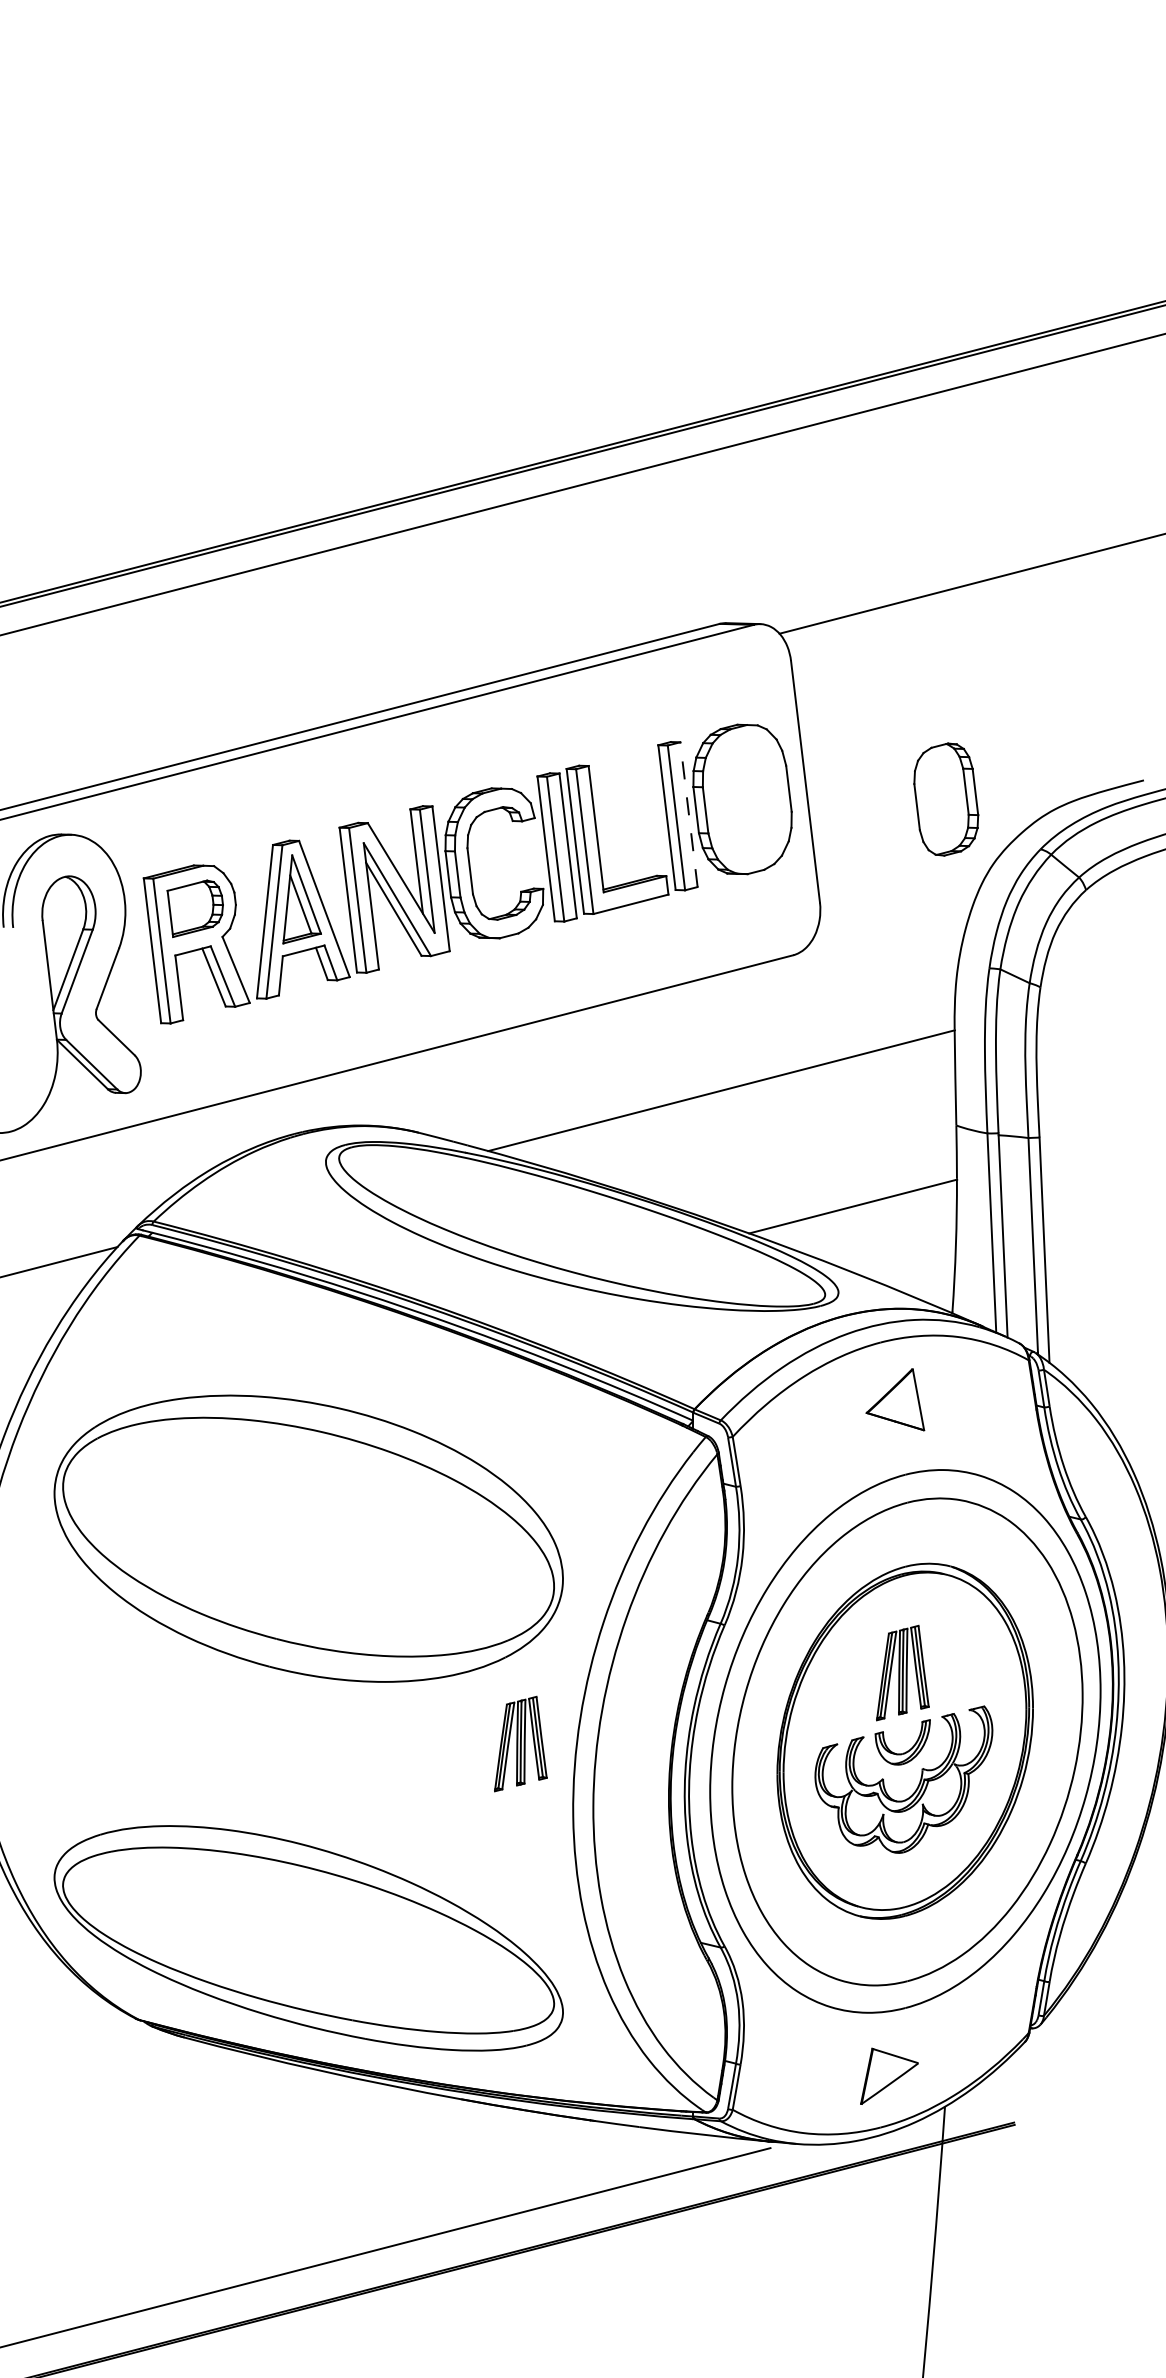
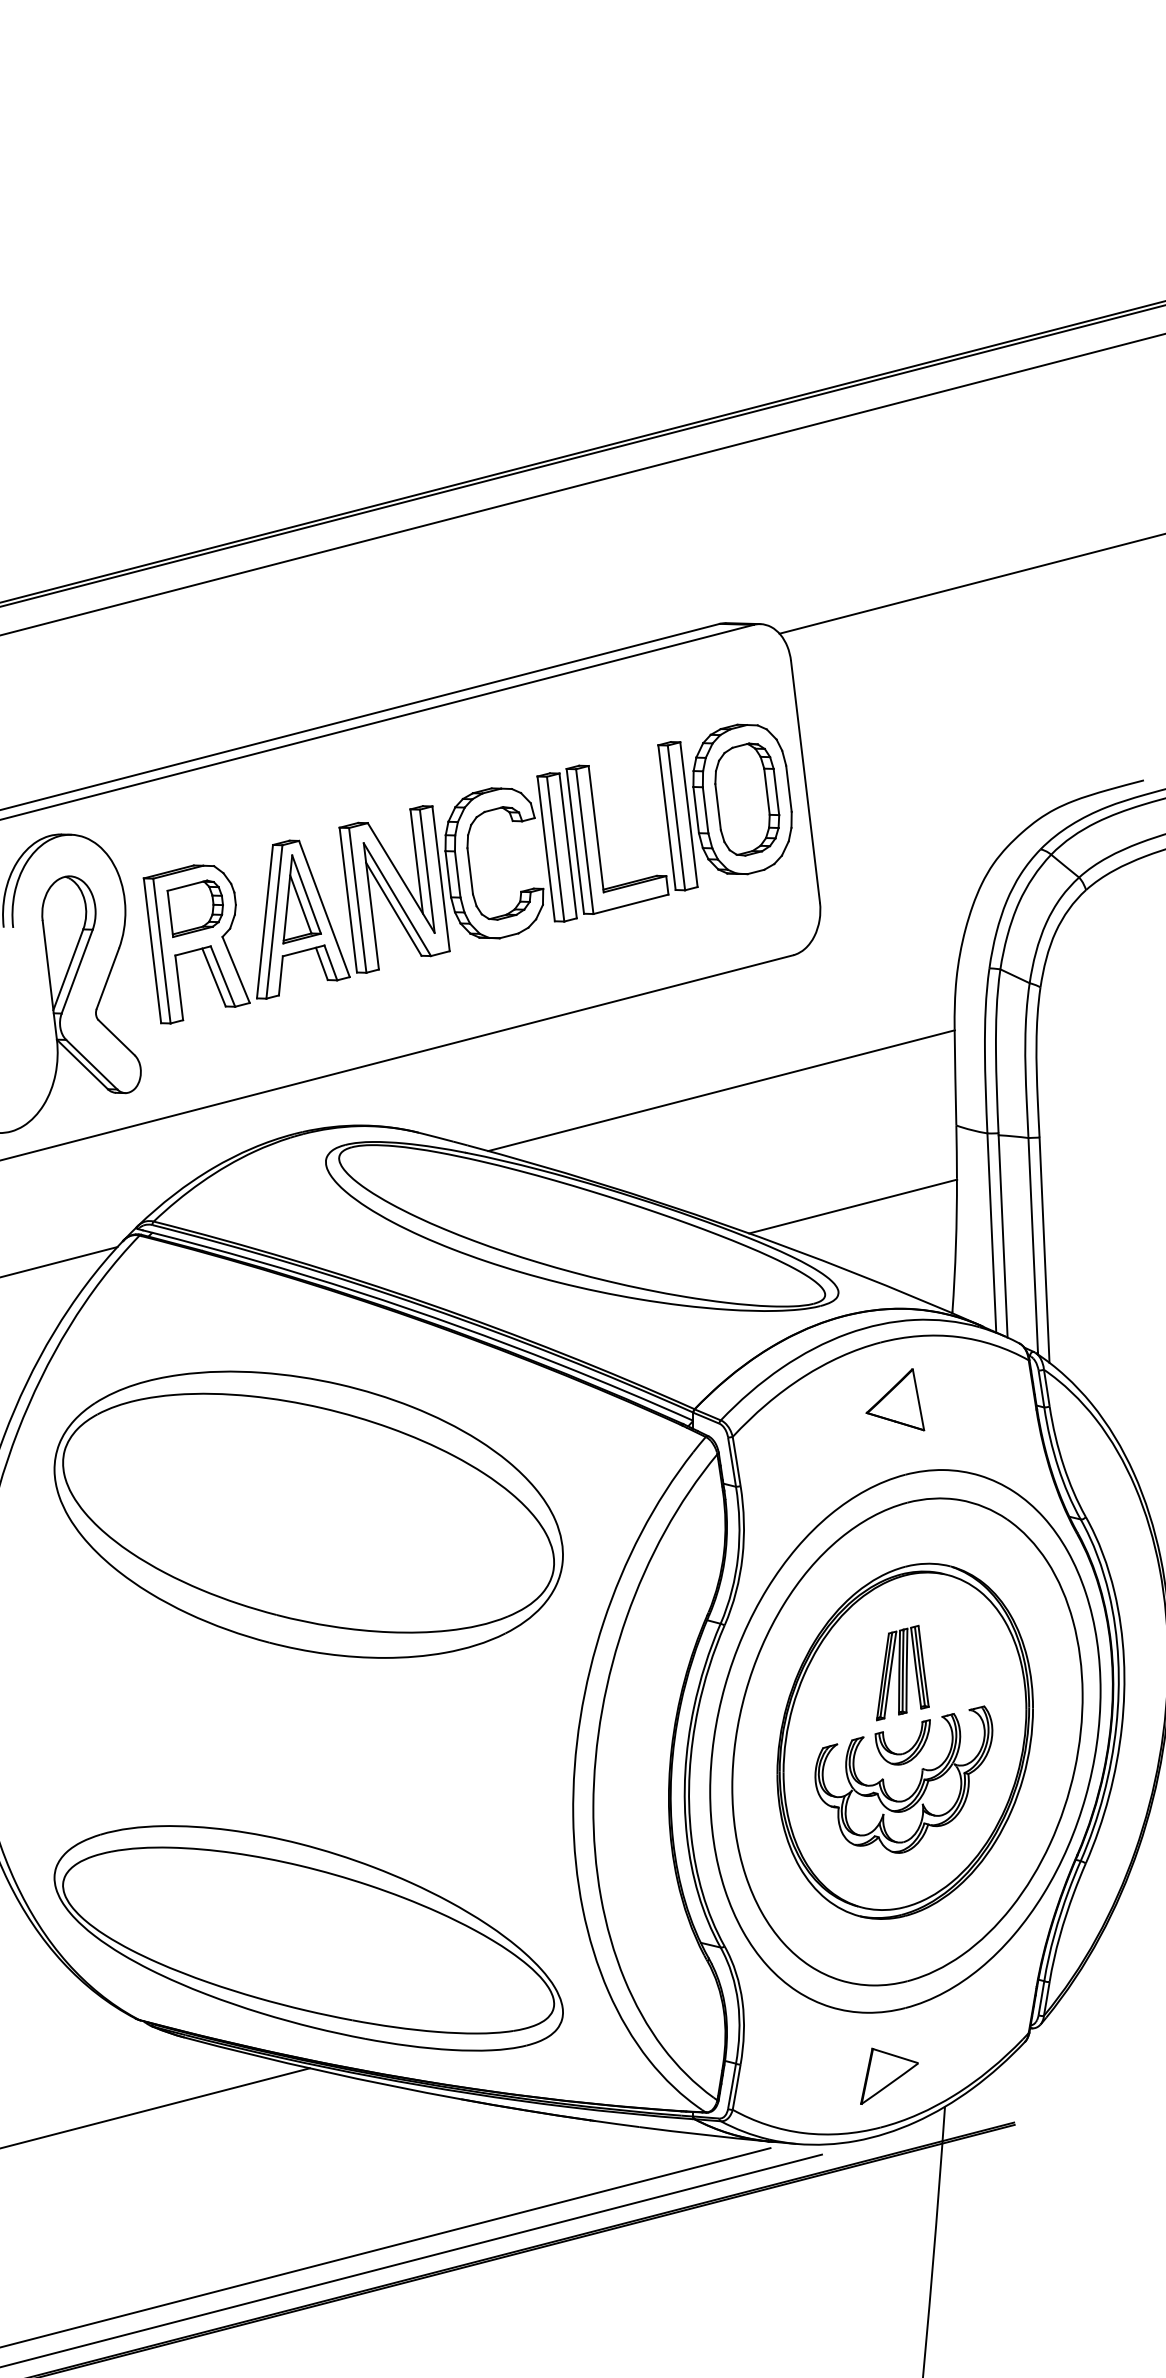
part at (946, 799) position: (946, 799) -> (747, 799)
line at (688, 814): dashed -> solid
part at (308, 1538) position: (308, 1538) -> (308, 1514)
part at (520, 1743): present -> none
line at (155, 2107): none -> present
line at (412, 2260): none -> present
